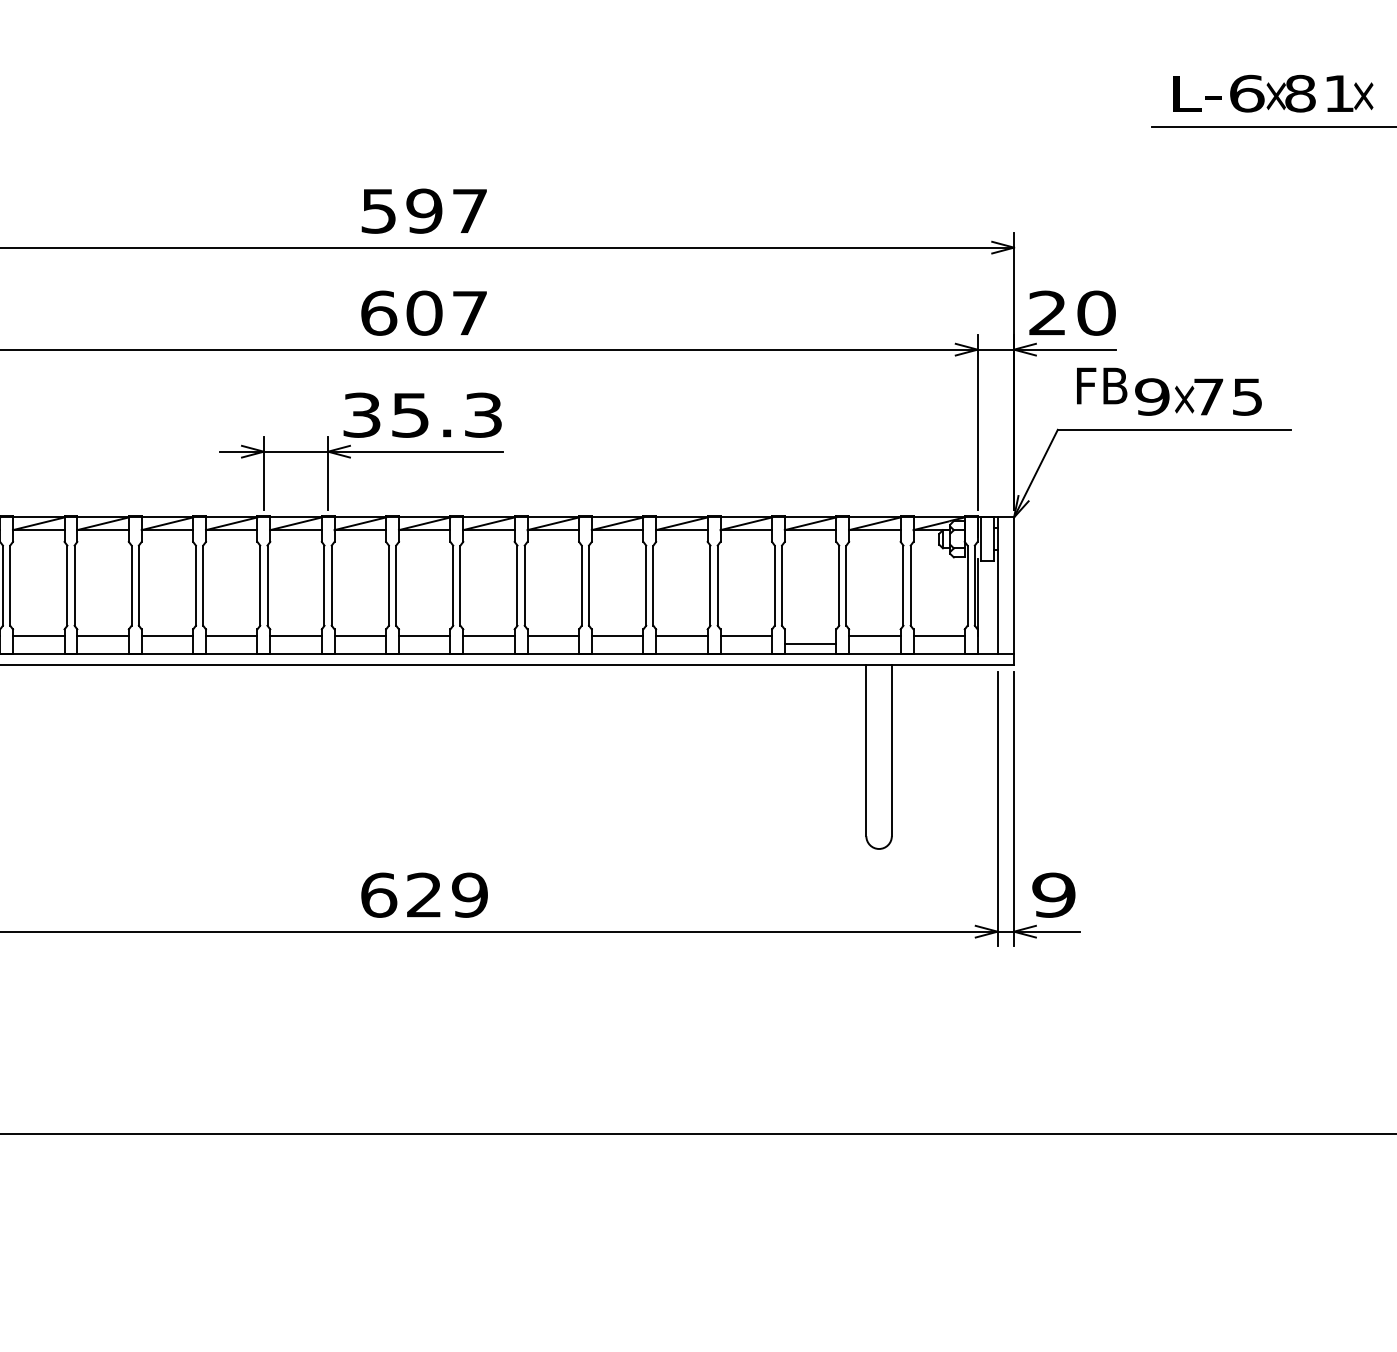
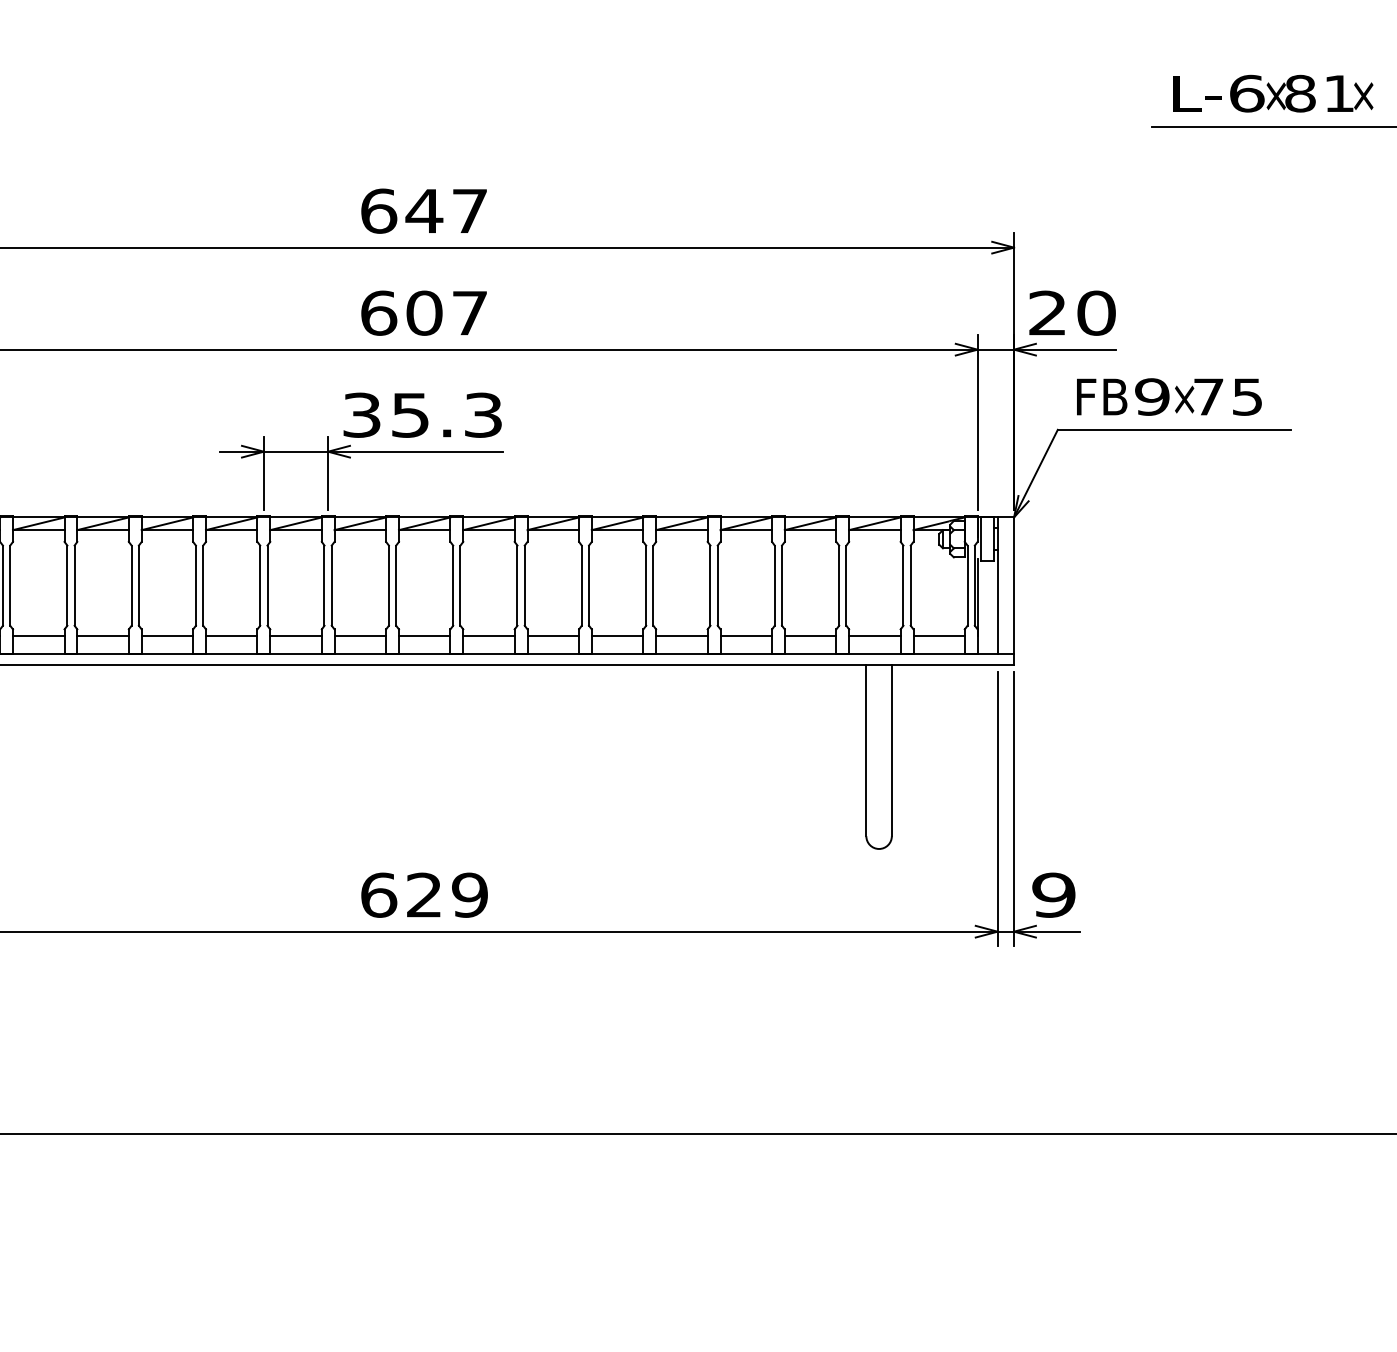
text at (402, 210): 597 -> 647
text at (1102, 385) position: (1102, 385) -> (1102, 396)
line at (810, 643) position: (810, 643) -> (810, 635)
